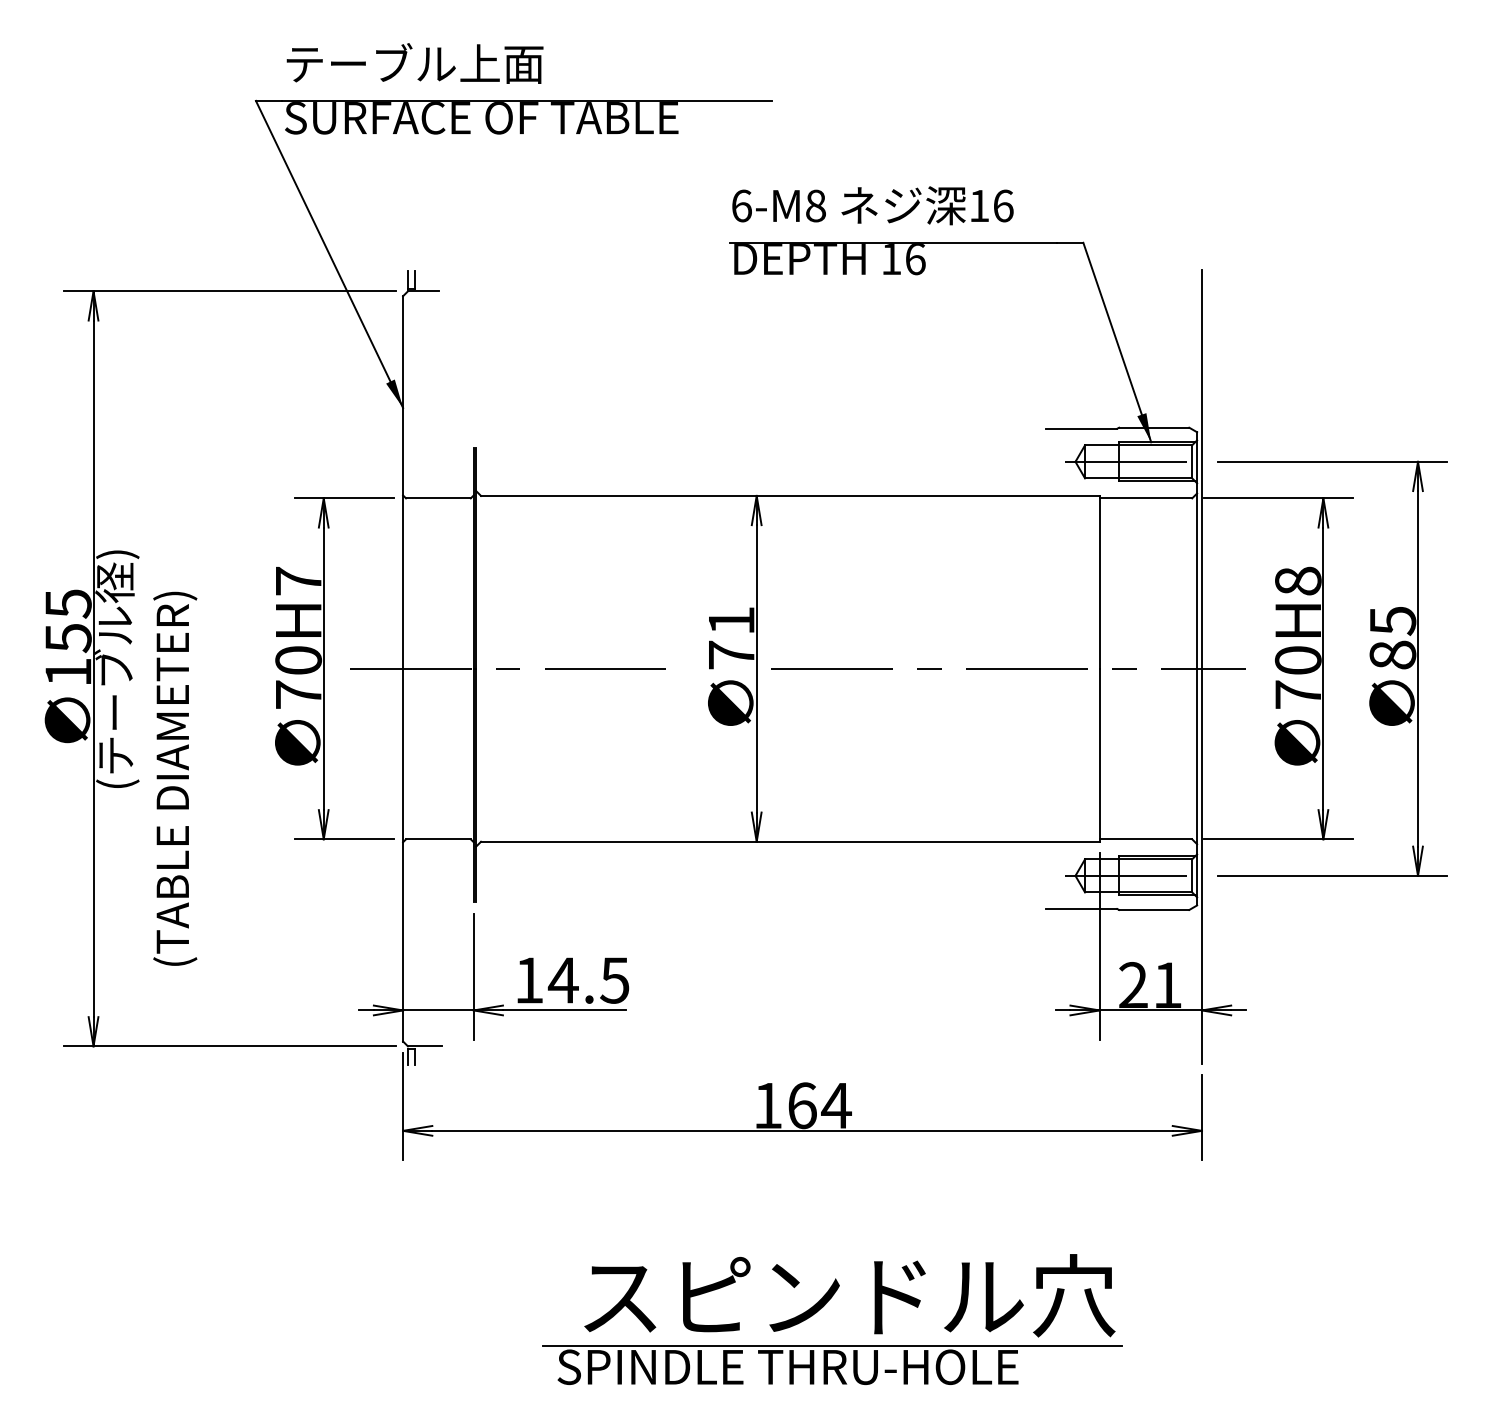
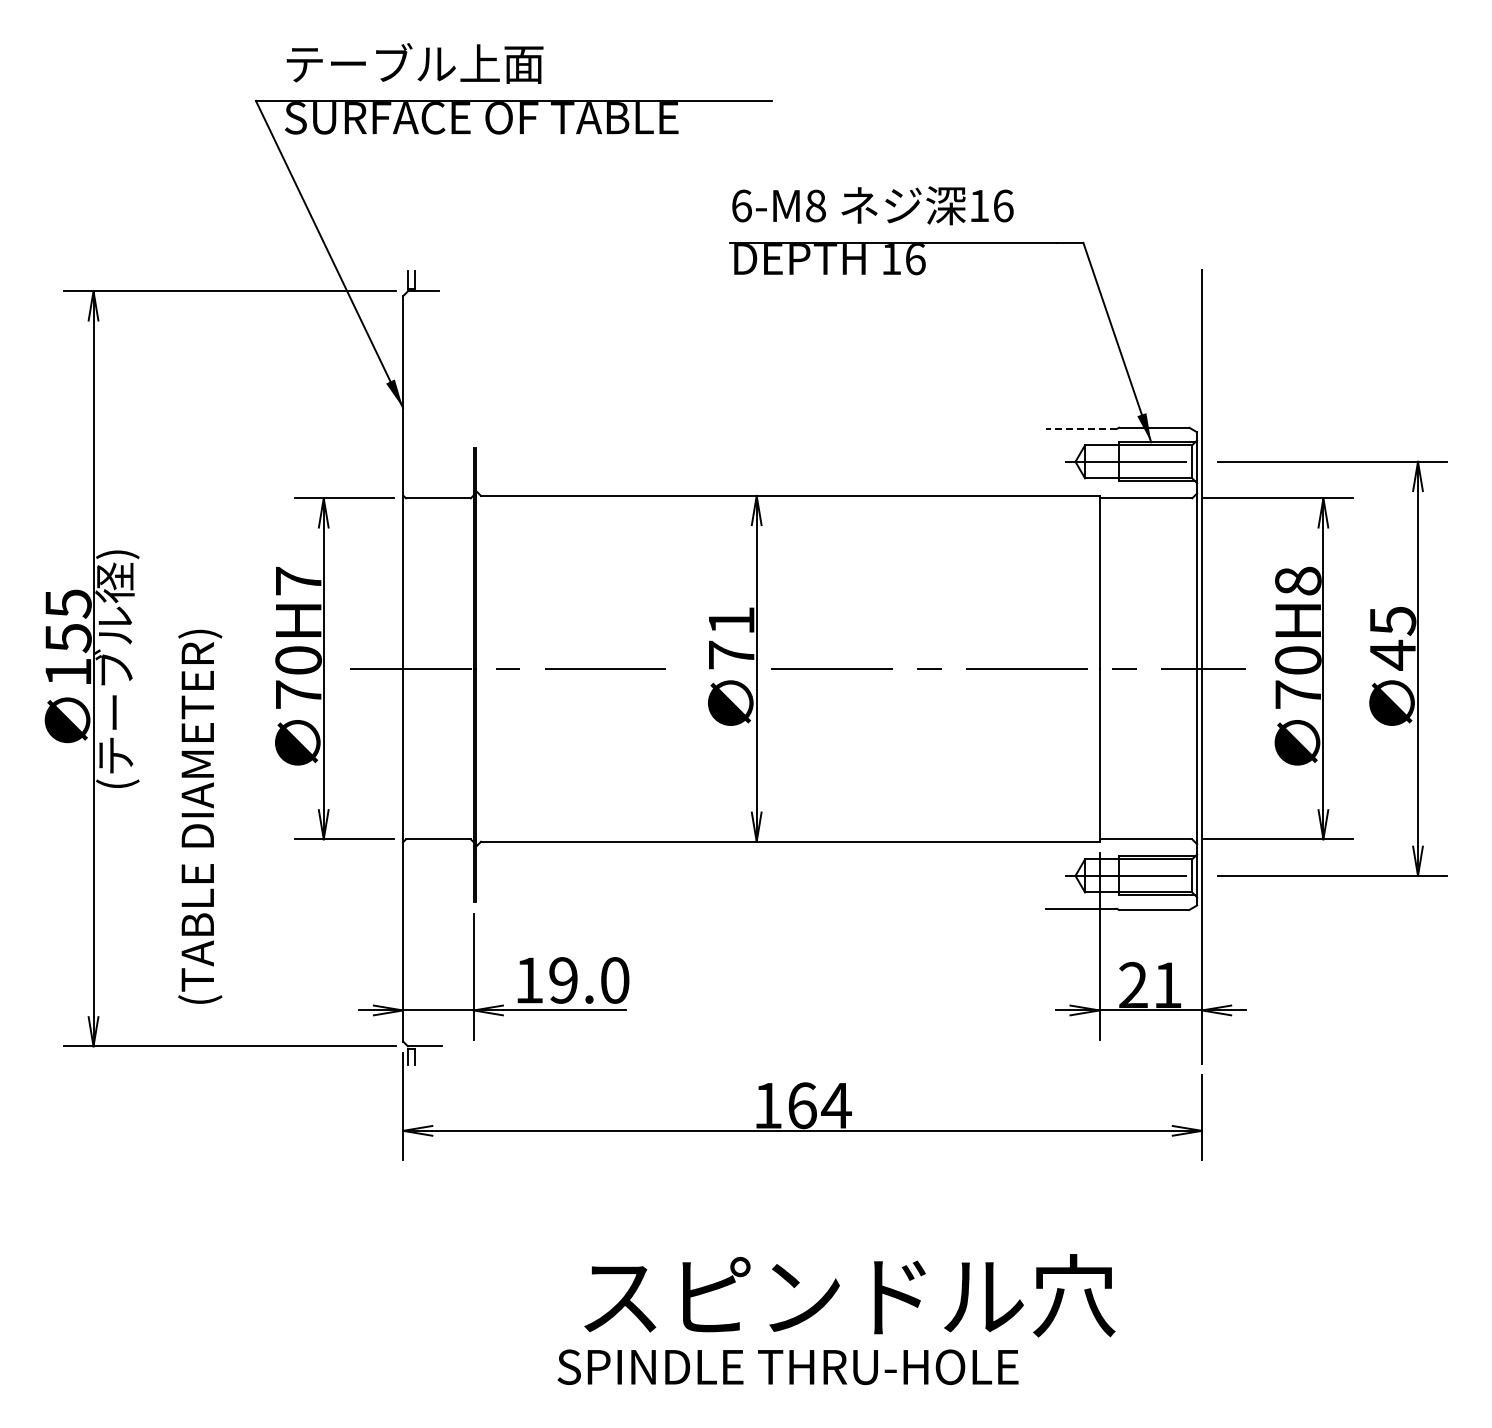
line at (1081, 428): solid -> dashed
text at (1392, 654): 85 -> 45
text at (175, 778) position: (175, 778) -> (200, 816)
text at (588, 980): 14.5 -> 19.0
line at (832, 1345): present -> none
